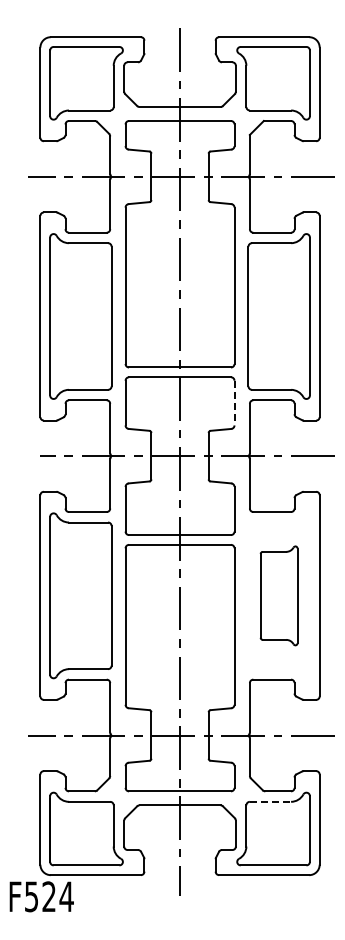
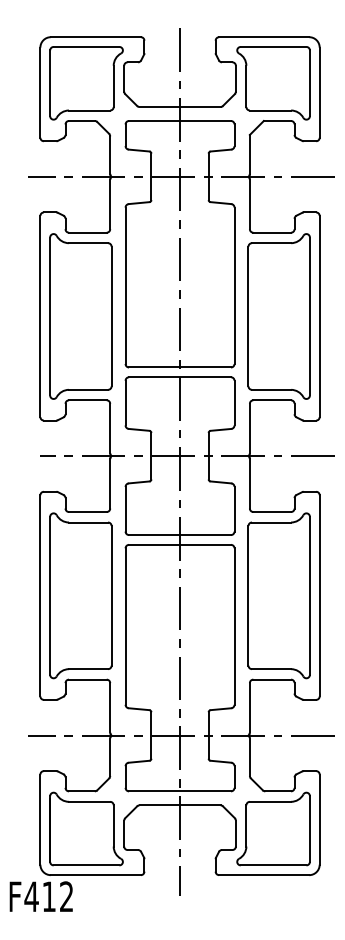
line at (234, 403): dashed -> solid
part at (278, 595) size: 40x102 px -> 64x168 px
line at (270, 801): dashed -> solid
text at (48, 896): F524 -> F412
